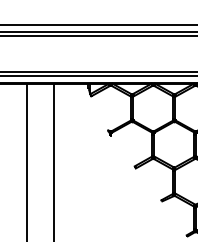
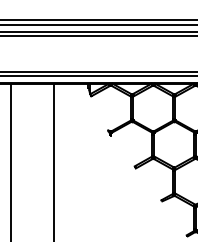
line at (98, 19): none -> present
line at (26, 160) position: (26, 160) -> (10, 160)
